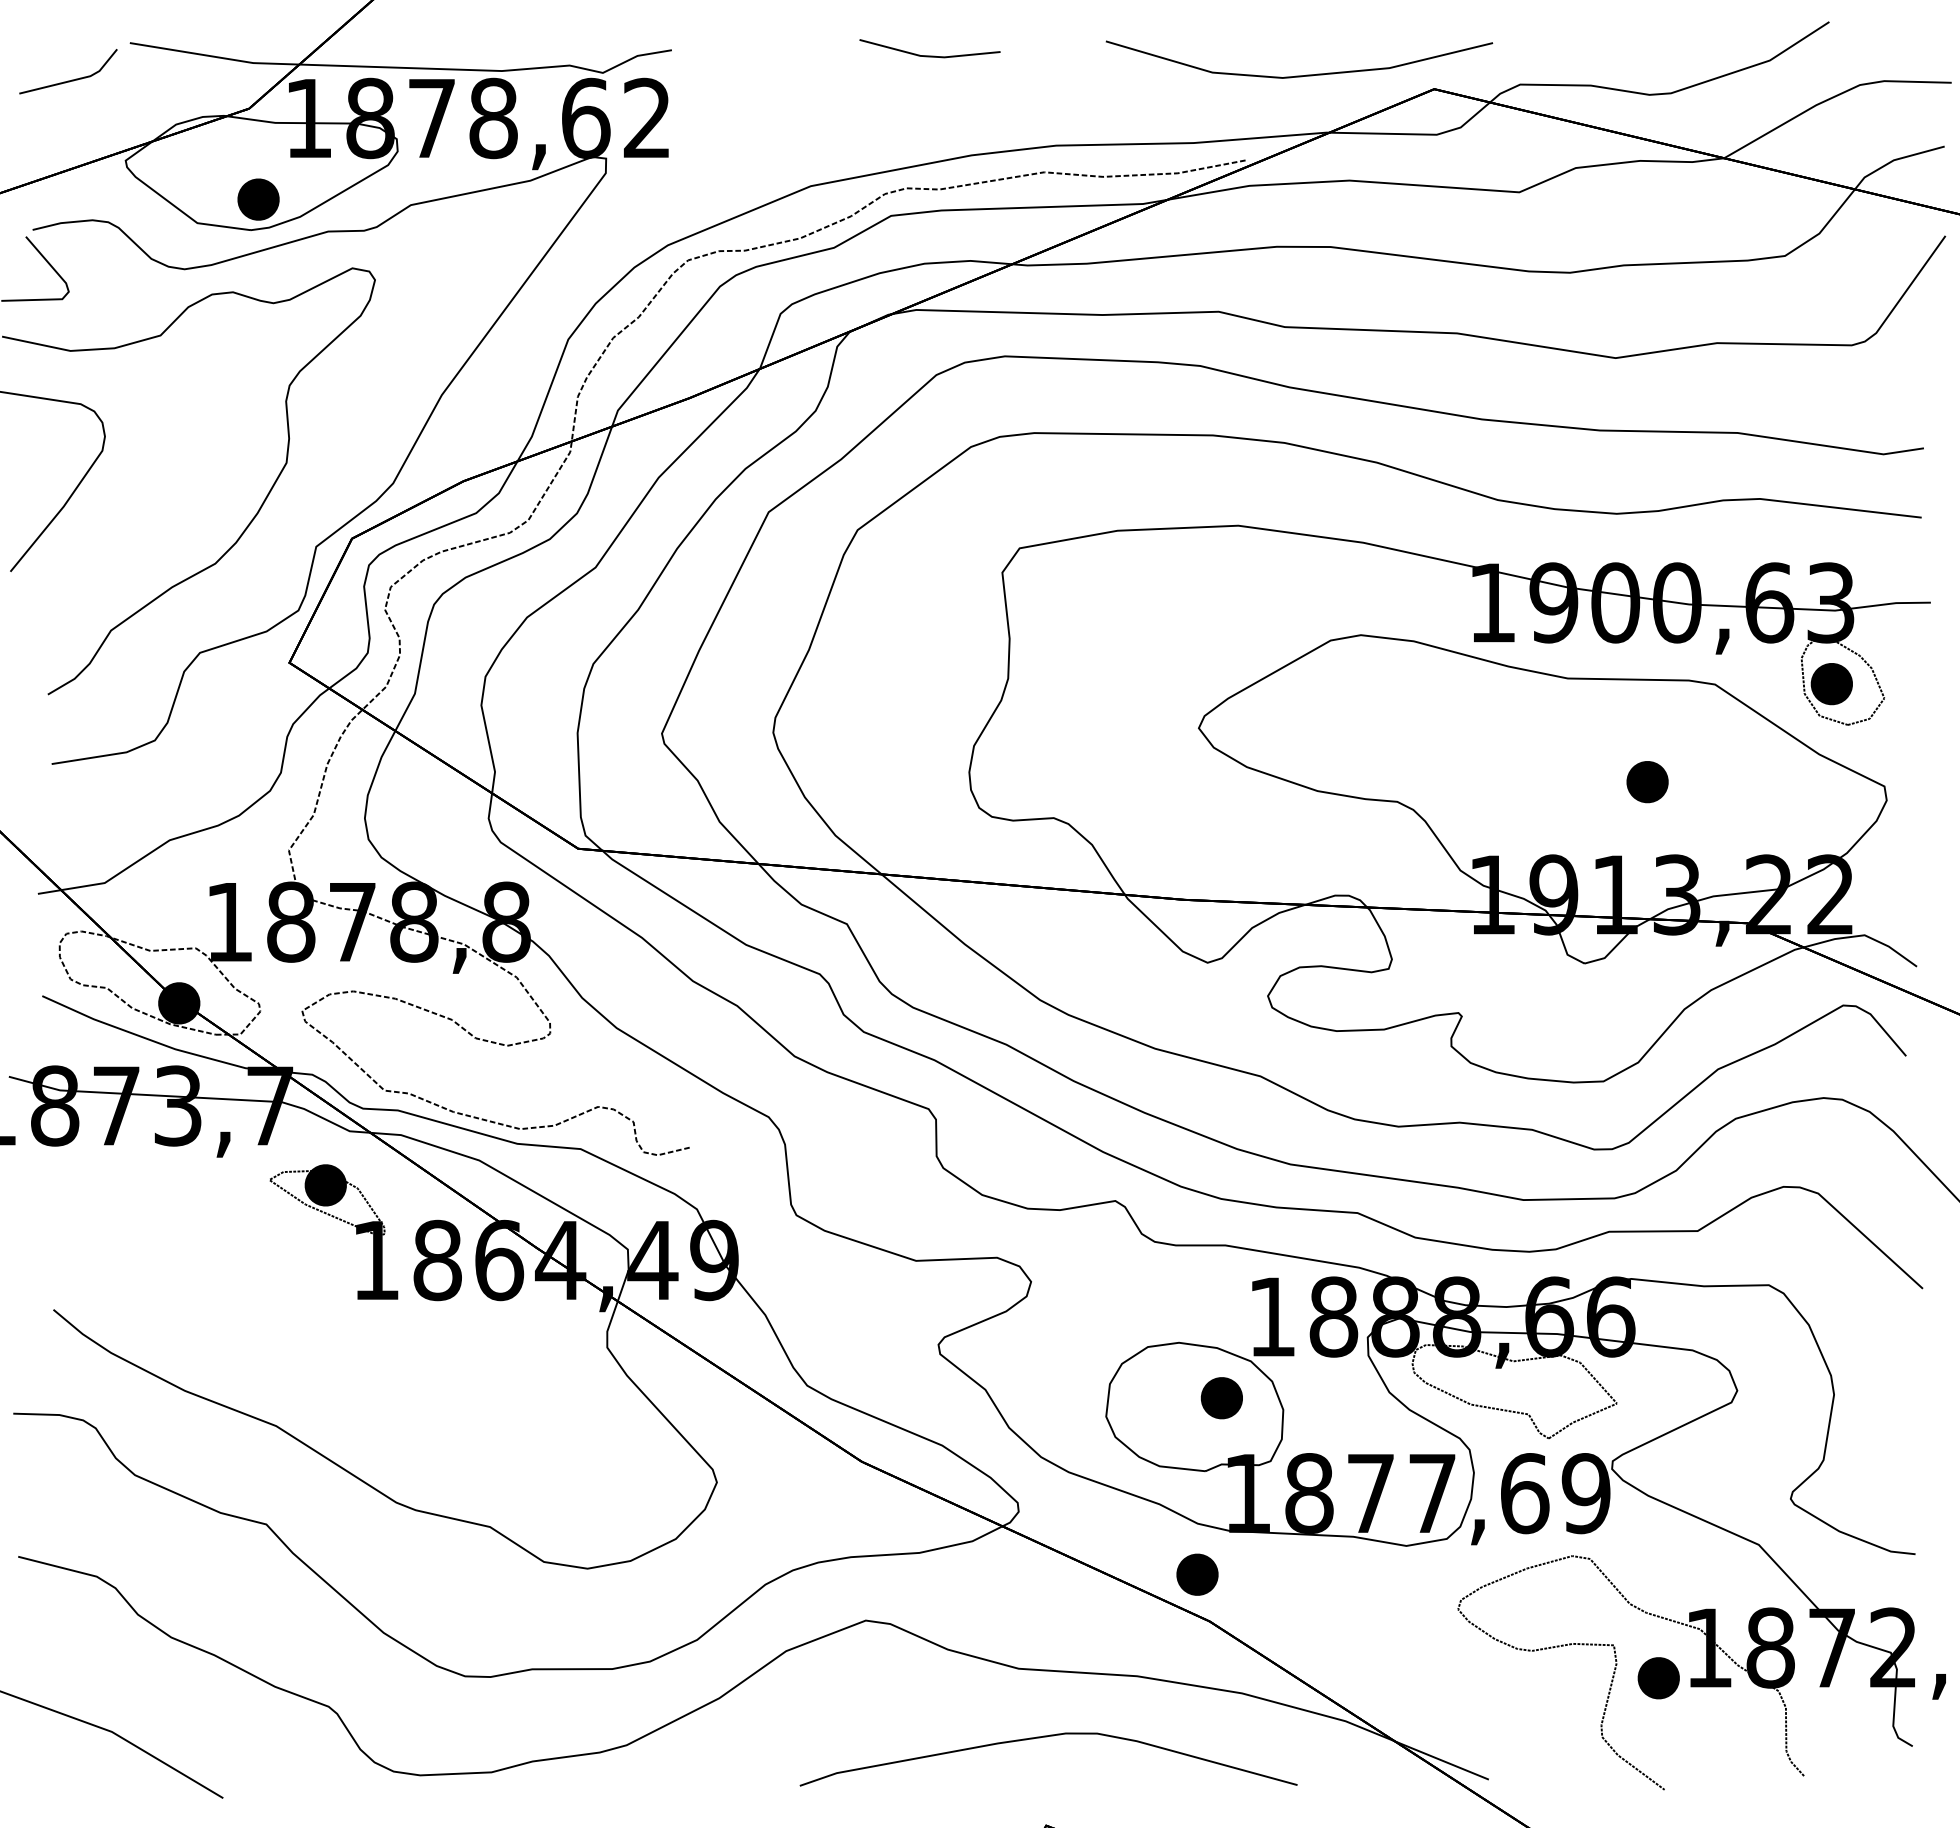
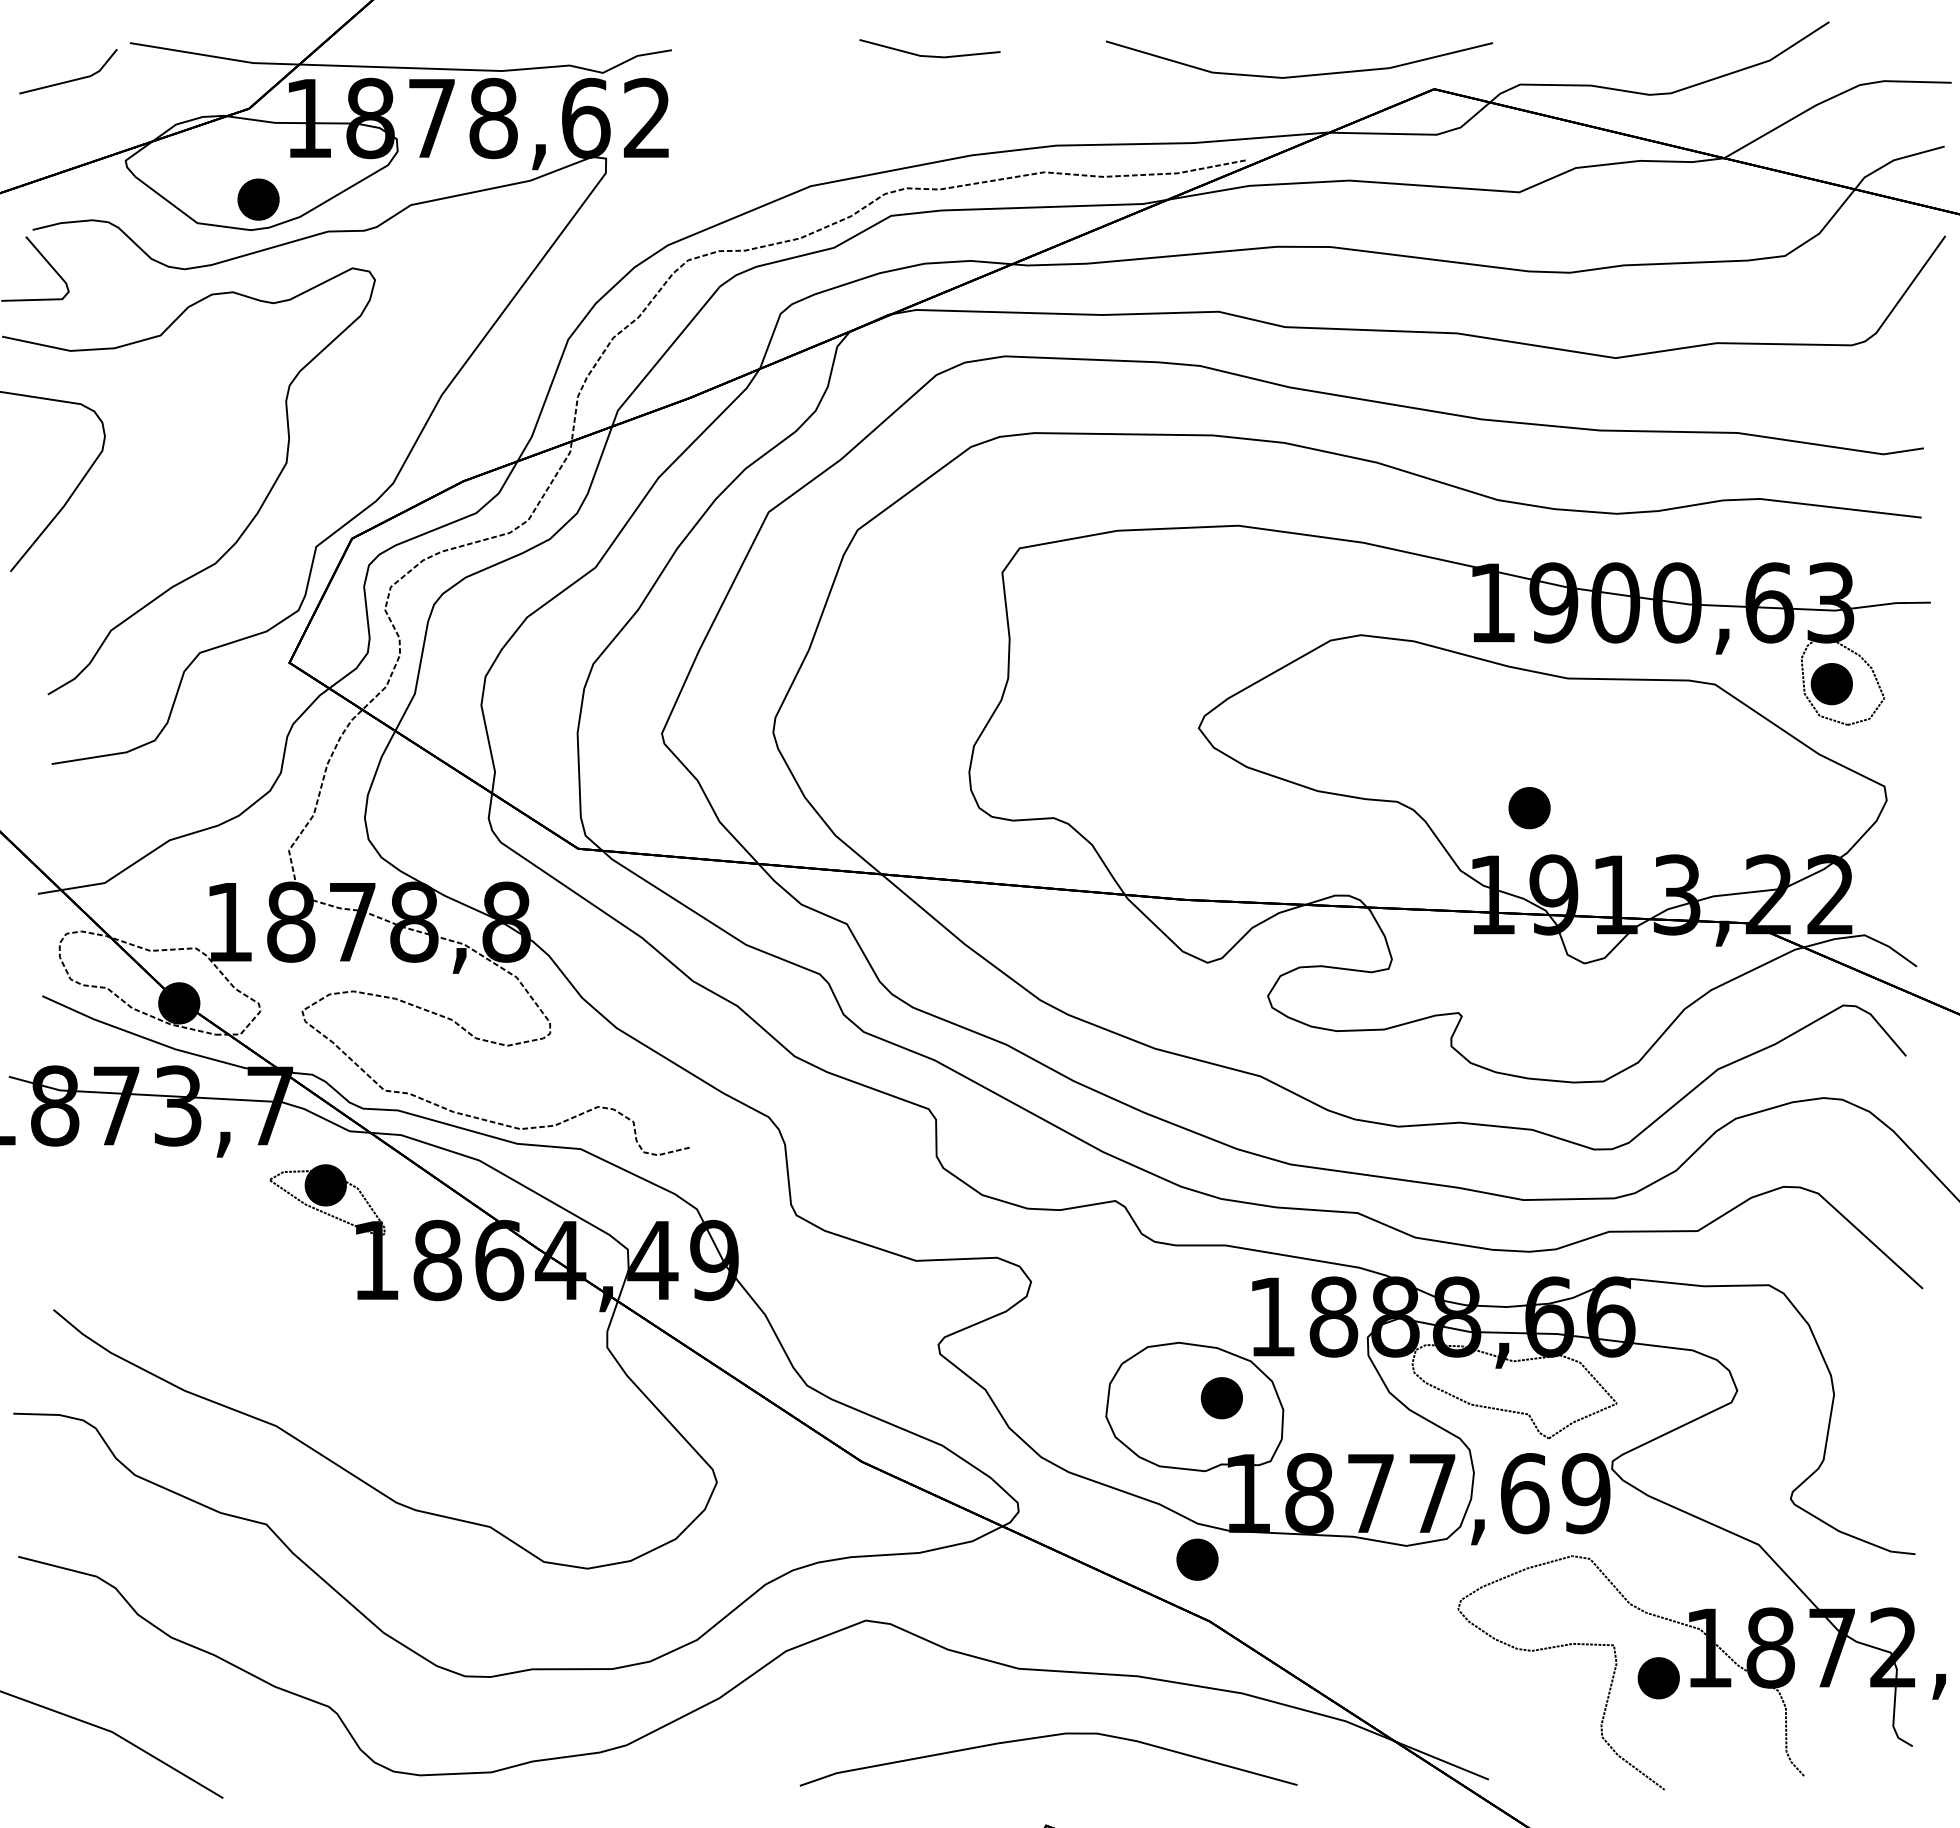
part at (1647, 782) position: (1647, 782) -> (1529, 808)
part at (1197, 1574) position: (1197, 1574) -> (1197, 1559)
